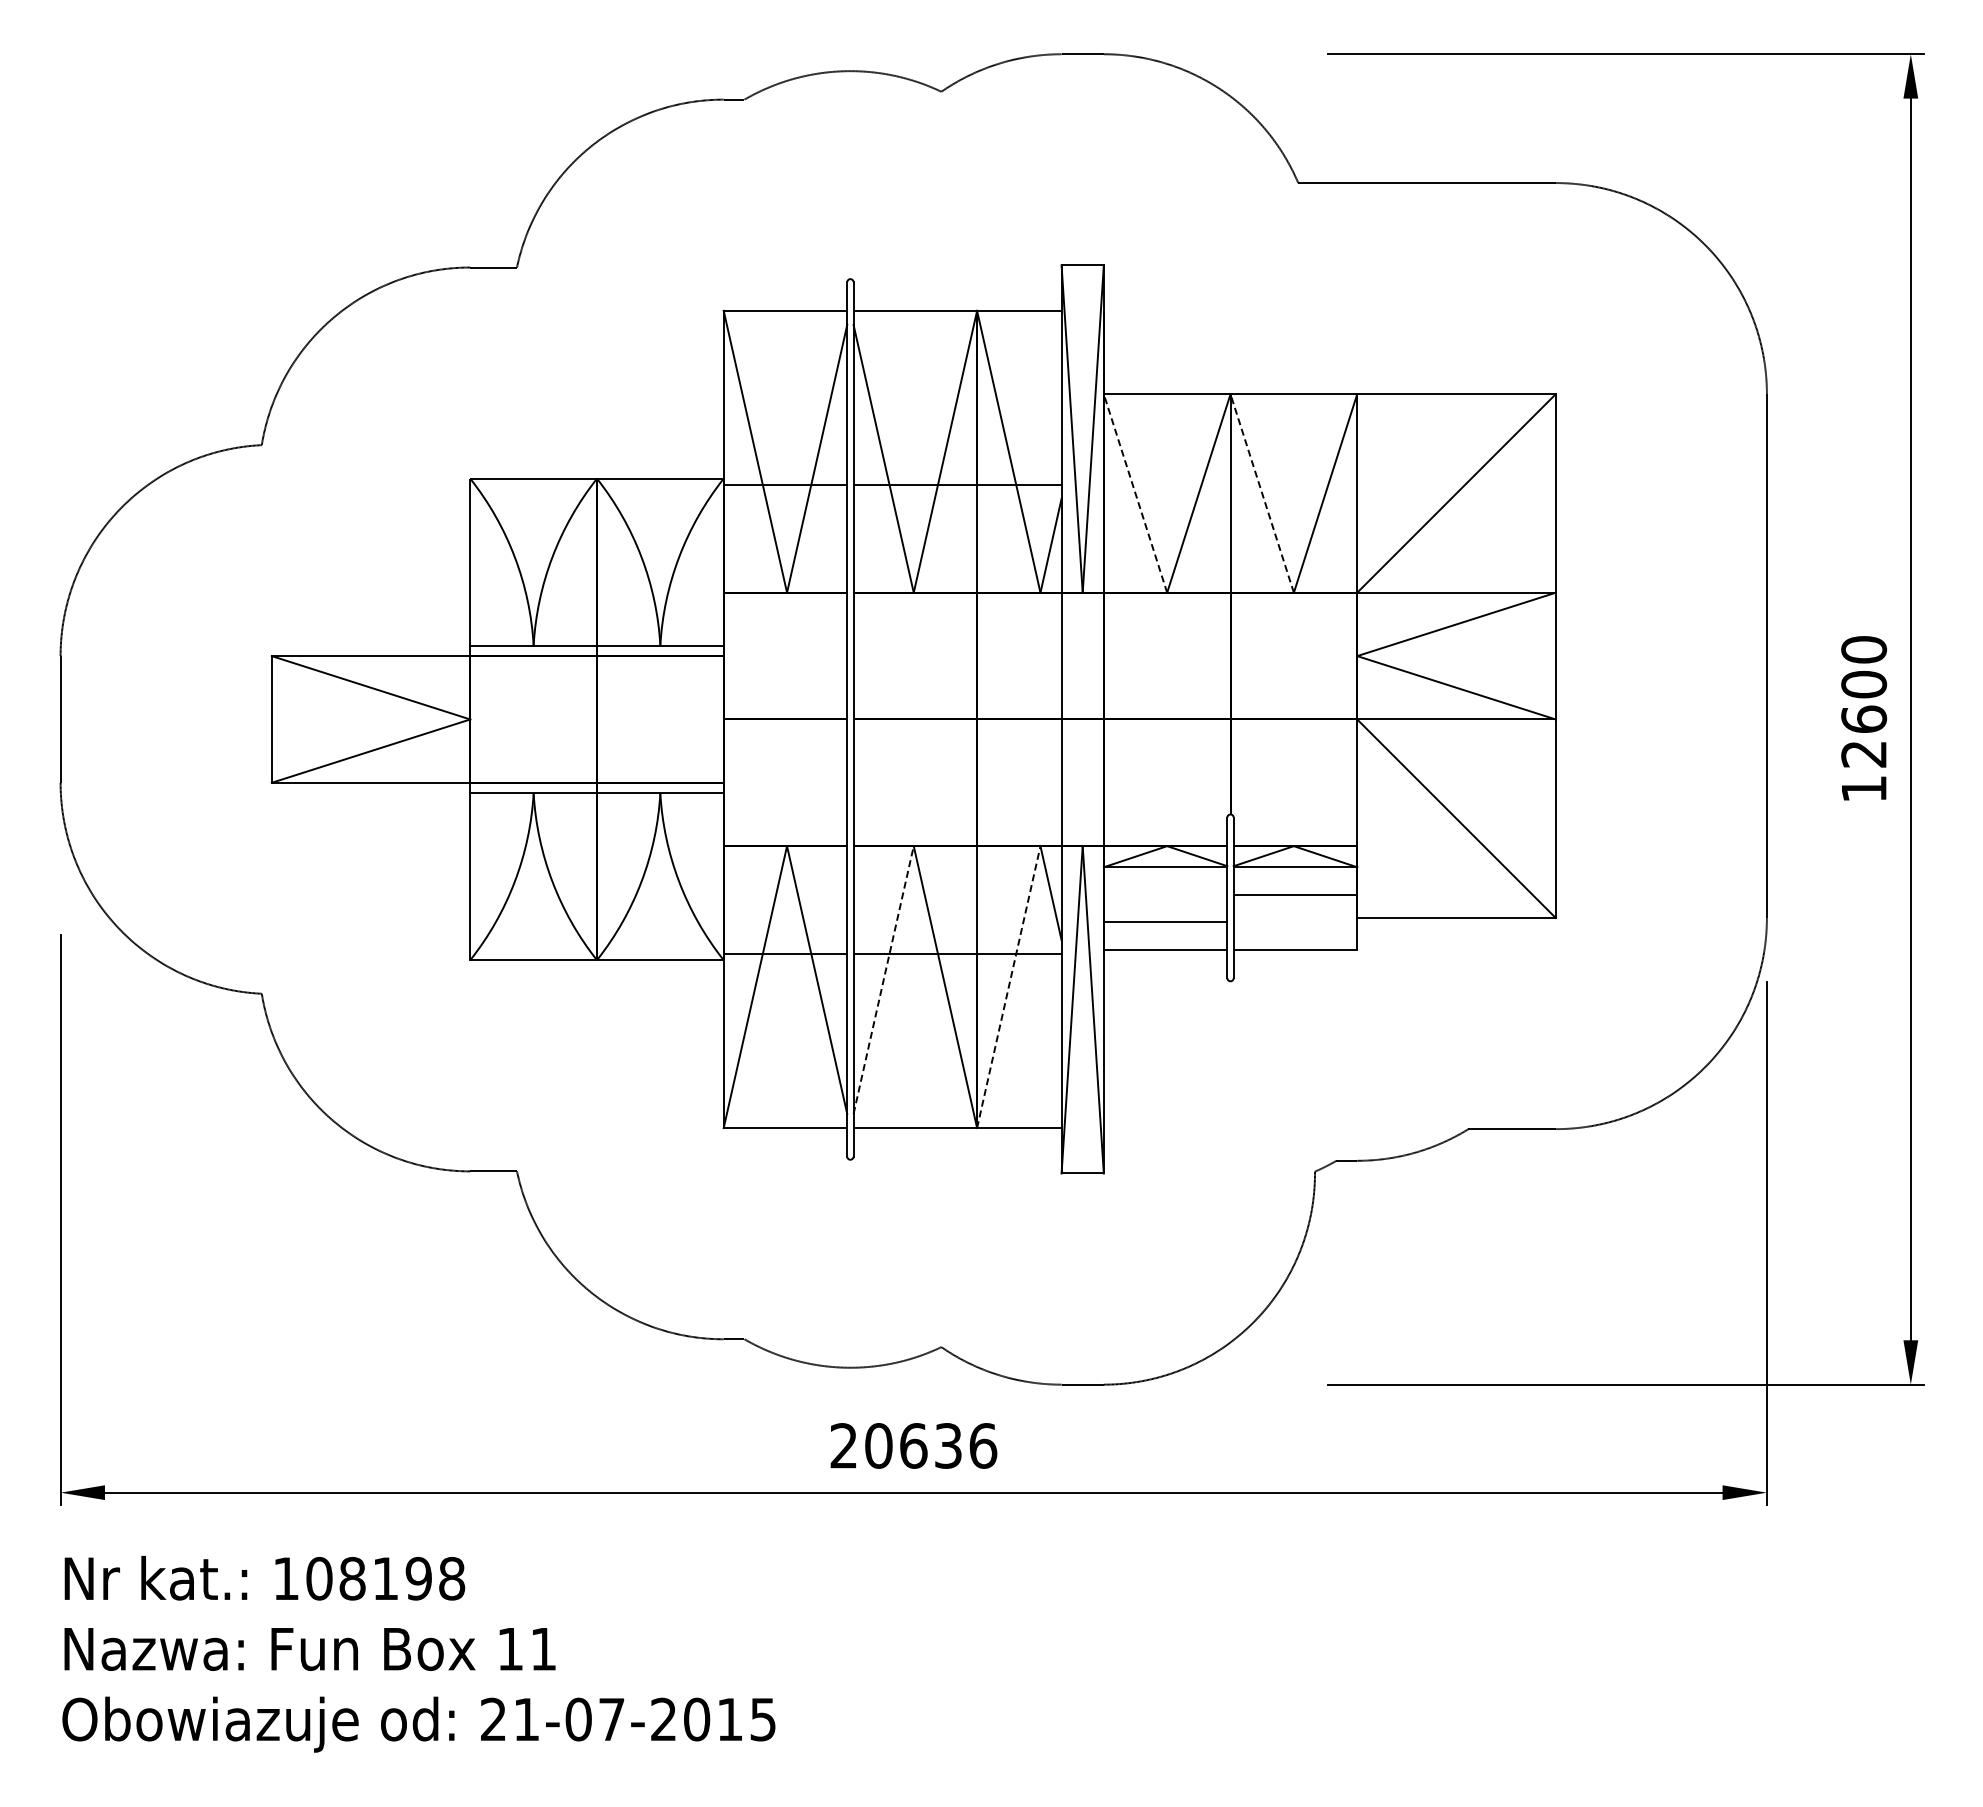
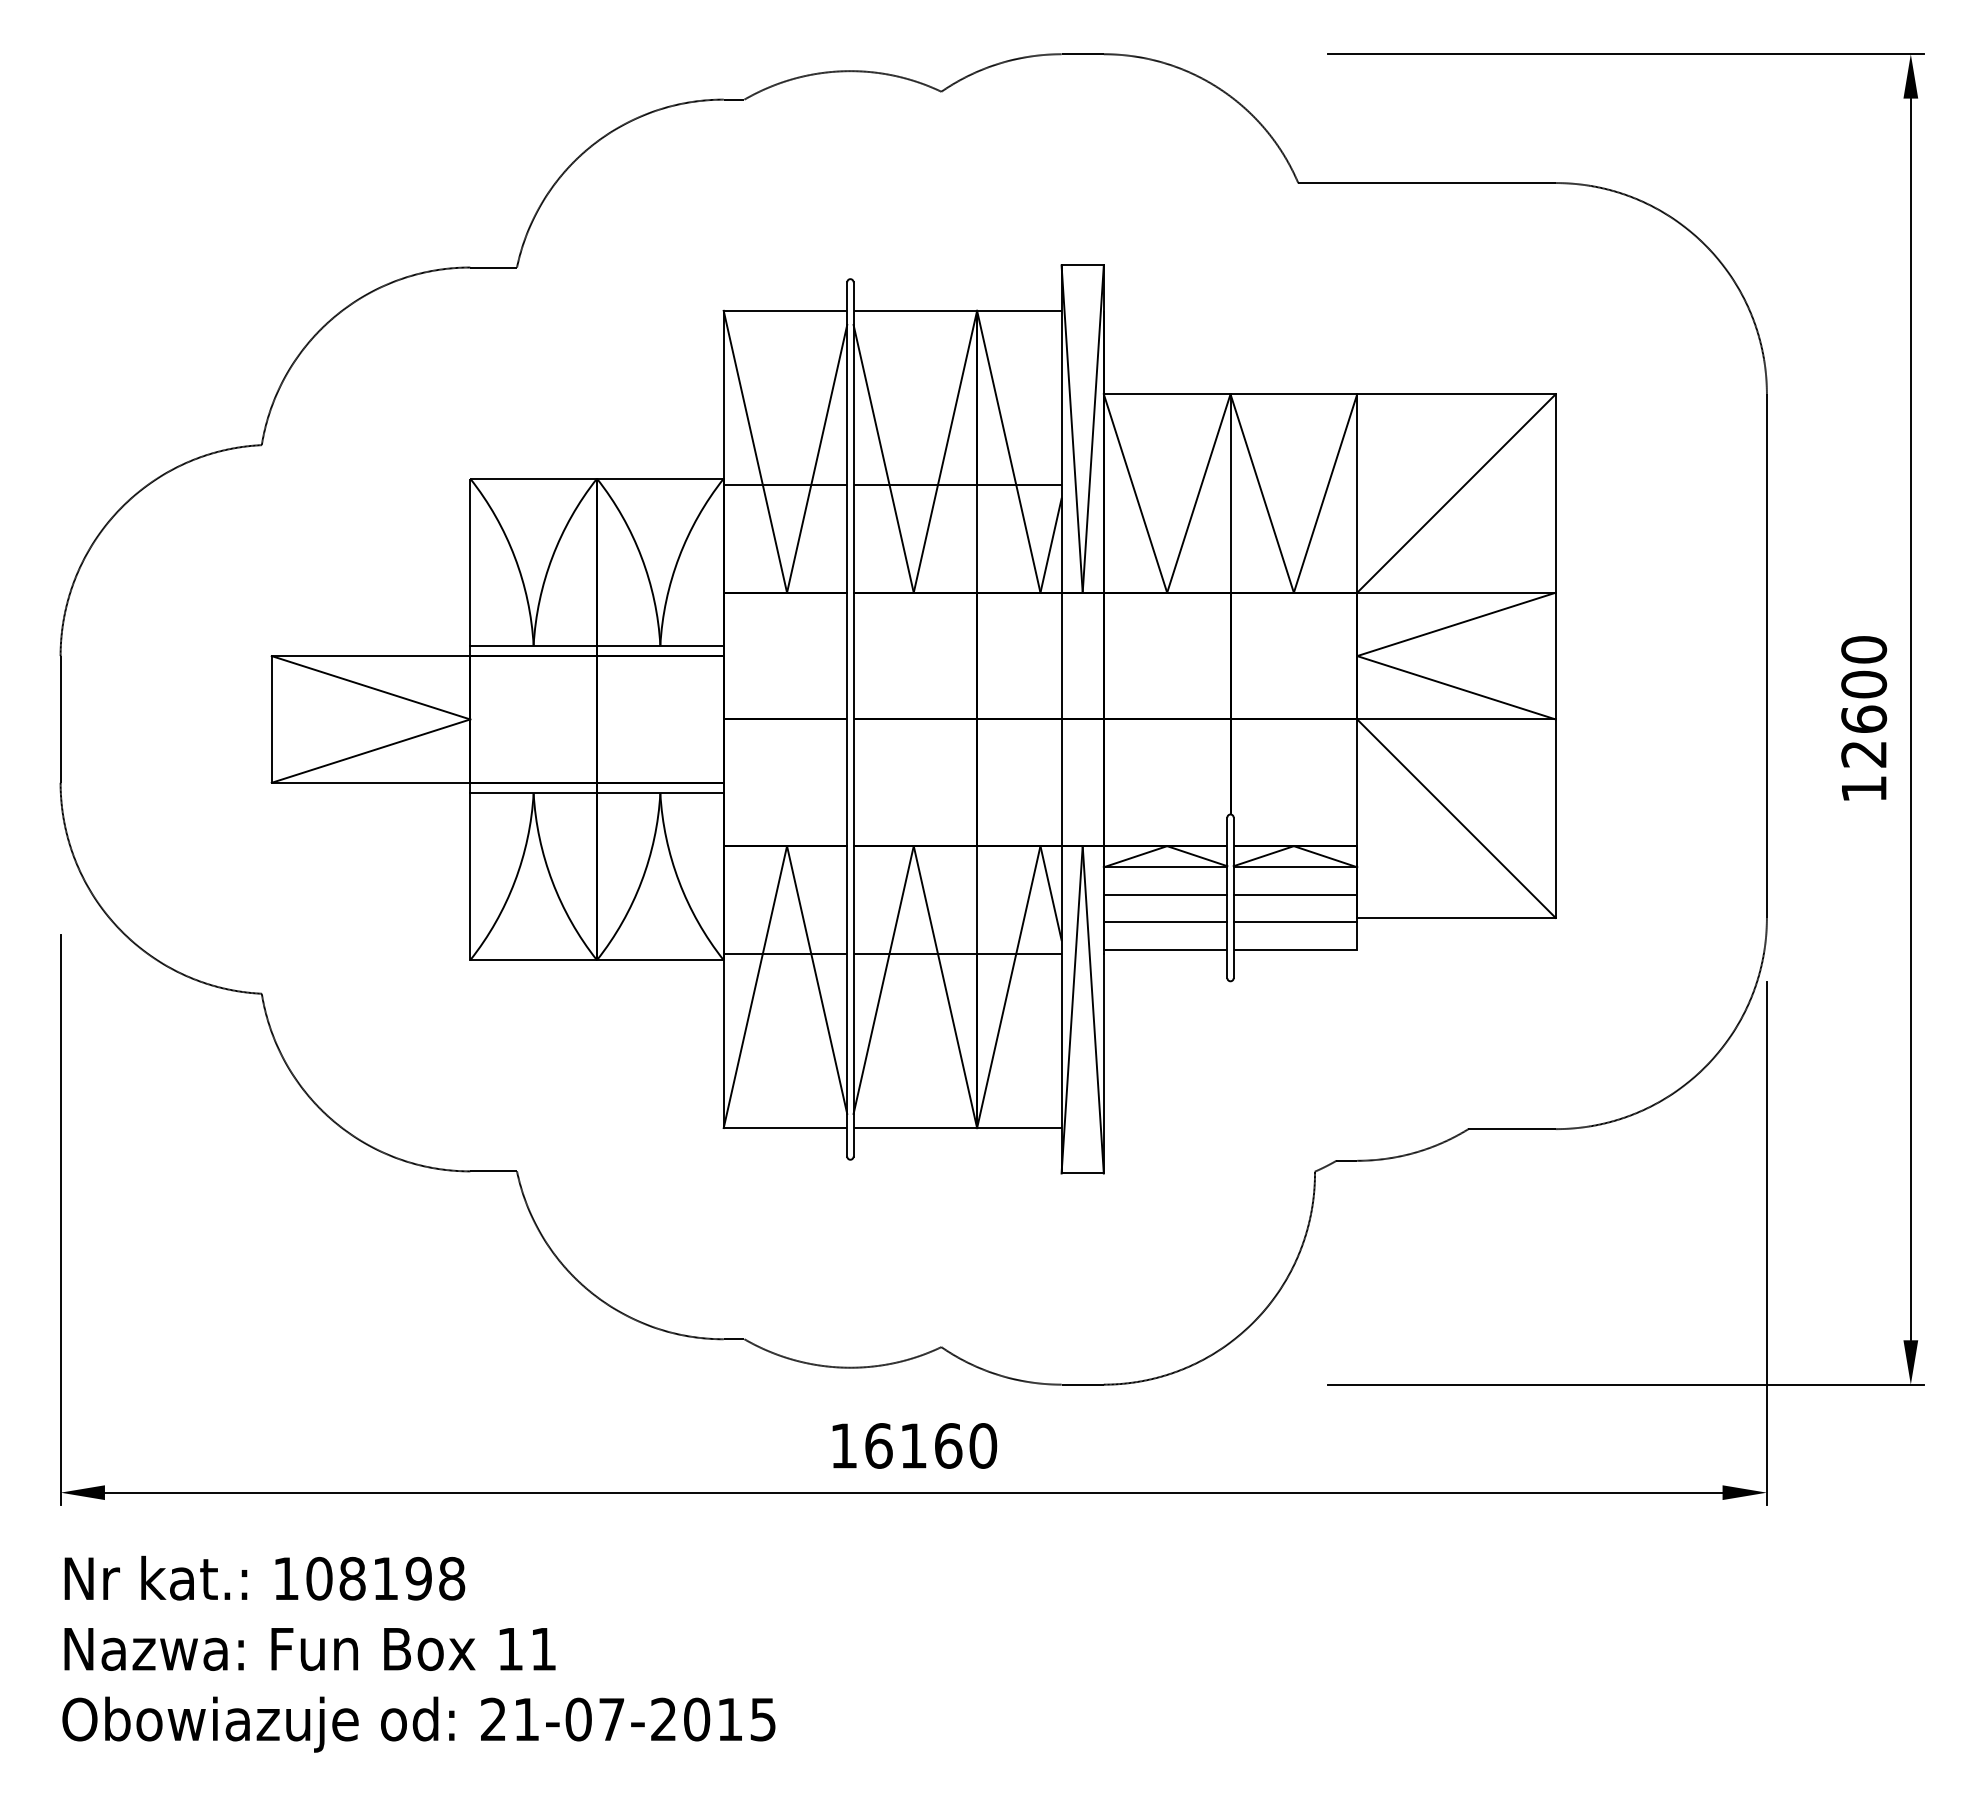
line at (1135, 493): dashed -> solid
line at (1262, 493): dashed -> solid
line at (1165, 894): none -> present
line at (1295, 922): none -> present
line at (883, 979): dashed -> solid
line at (1008, 986): dashed -> solid
text at (913, 1445): 20636 -> 16160
